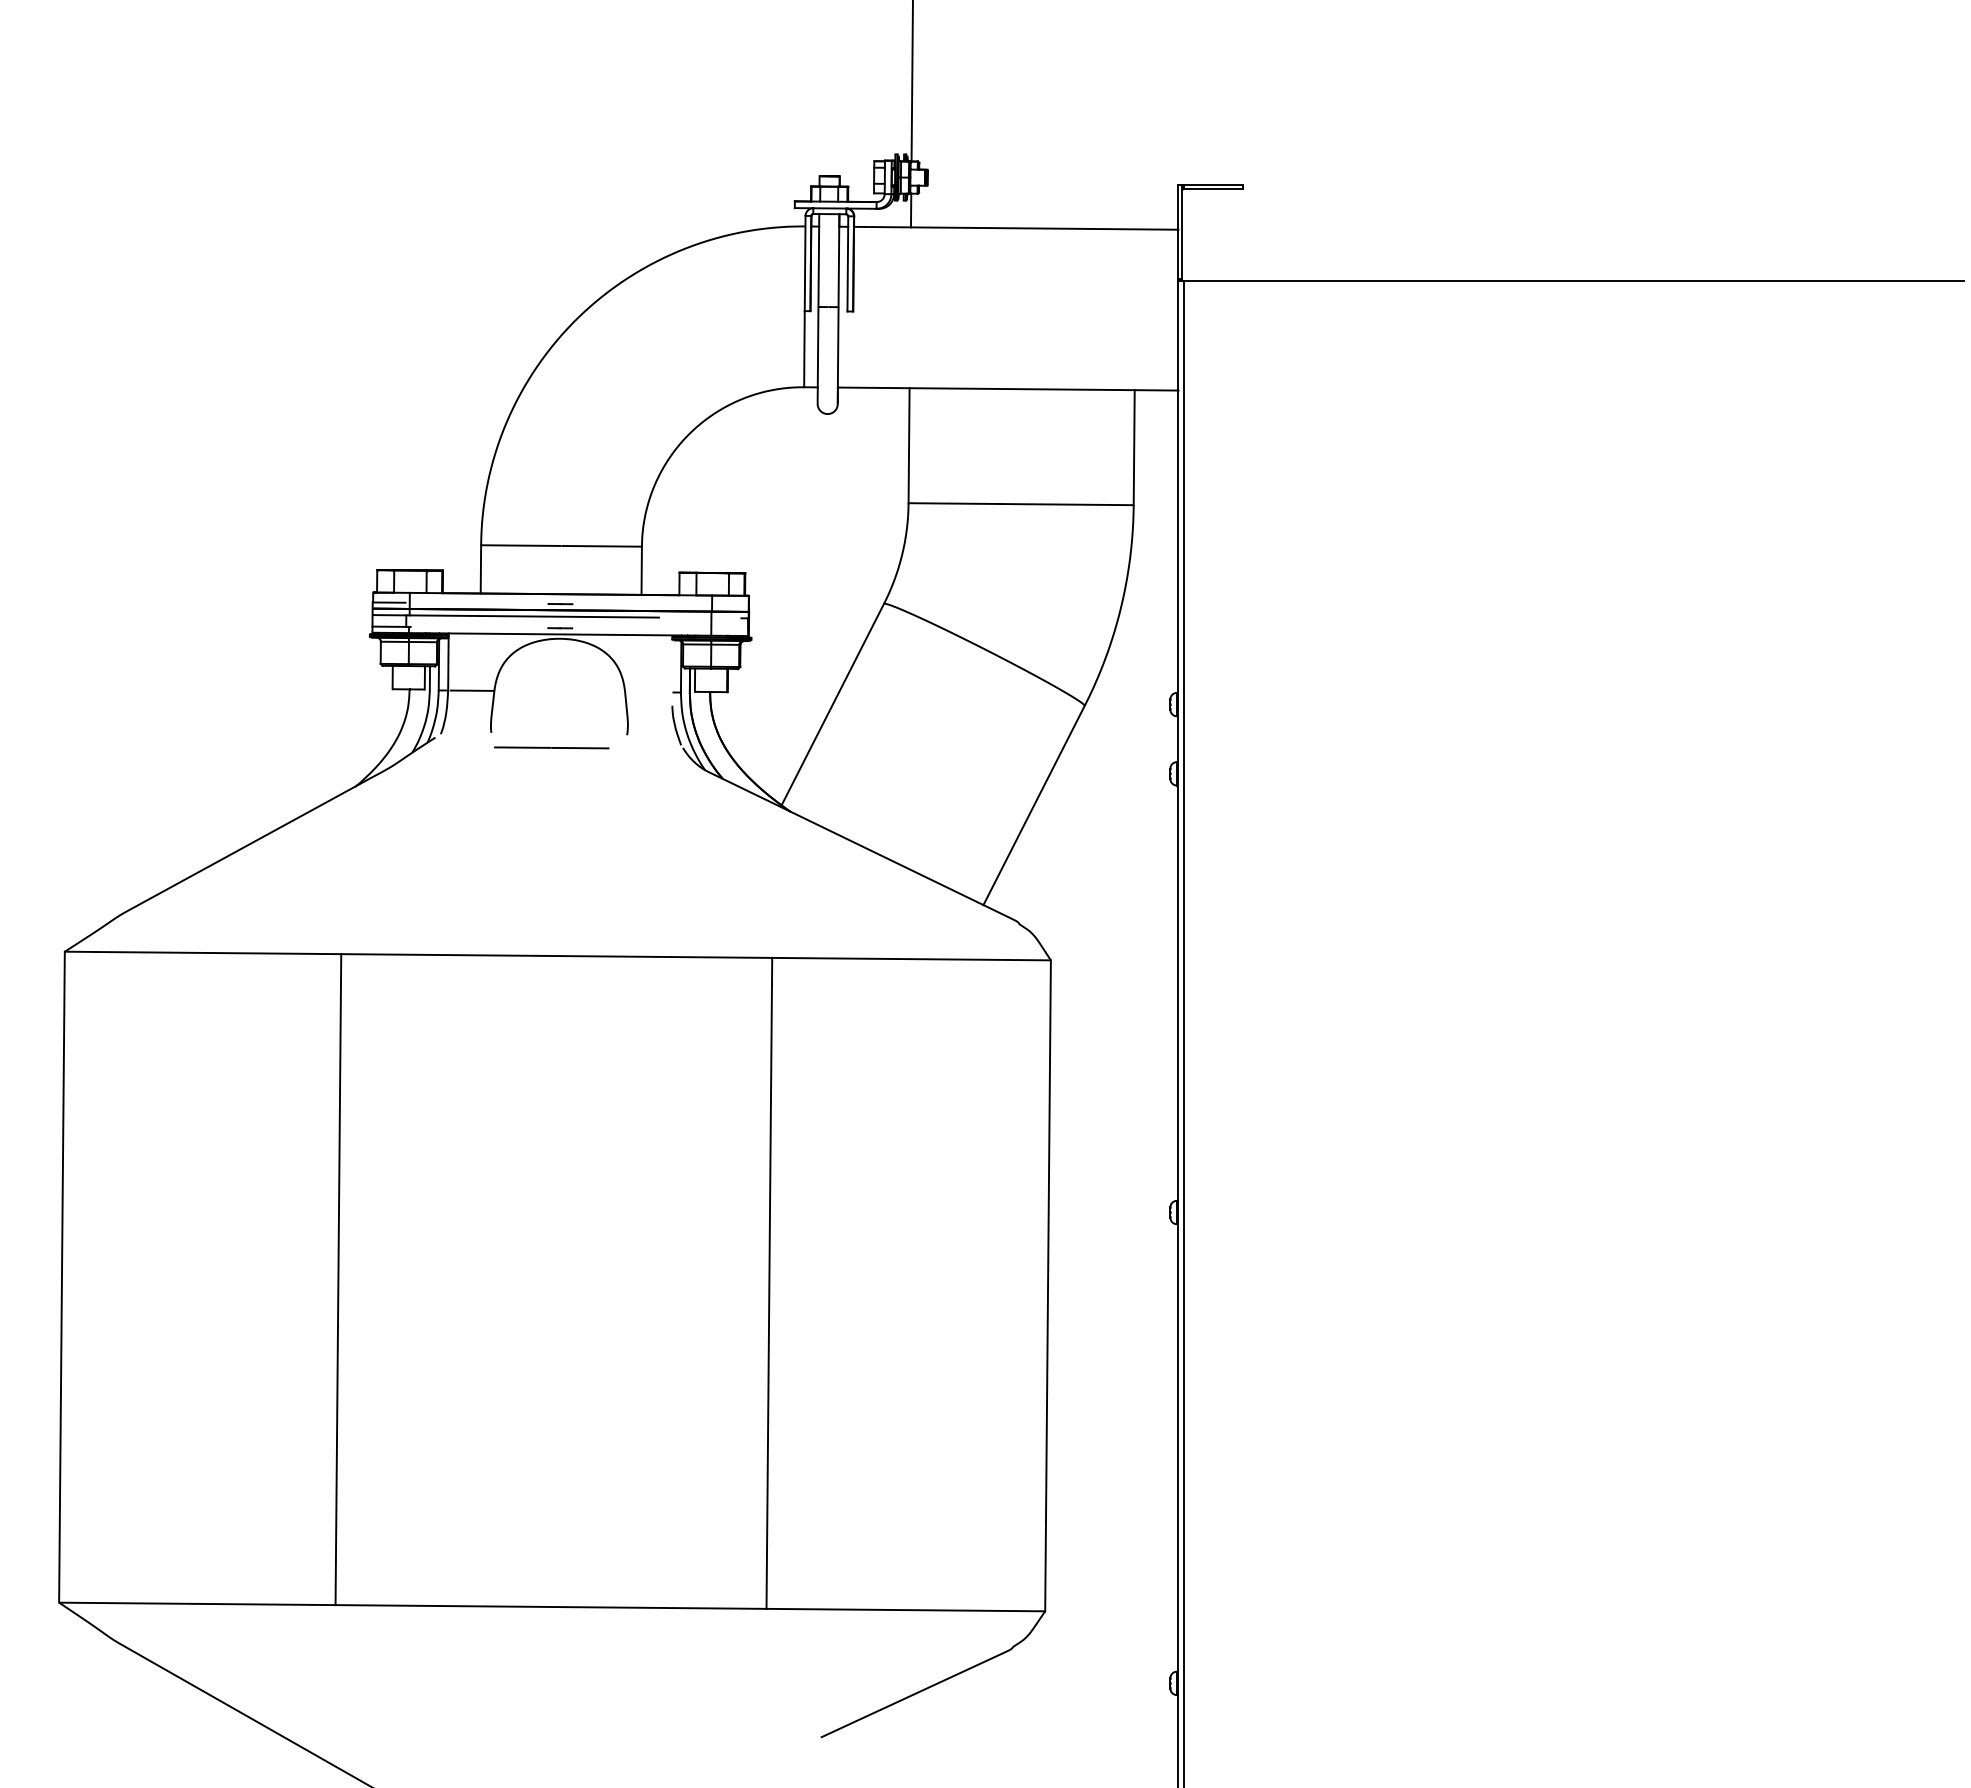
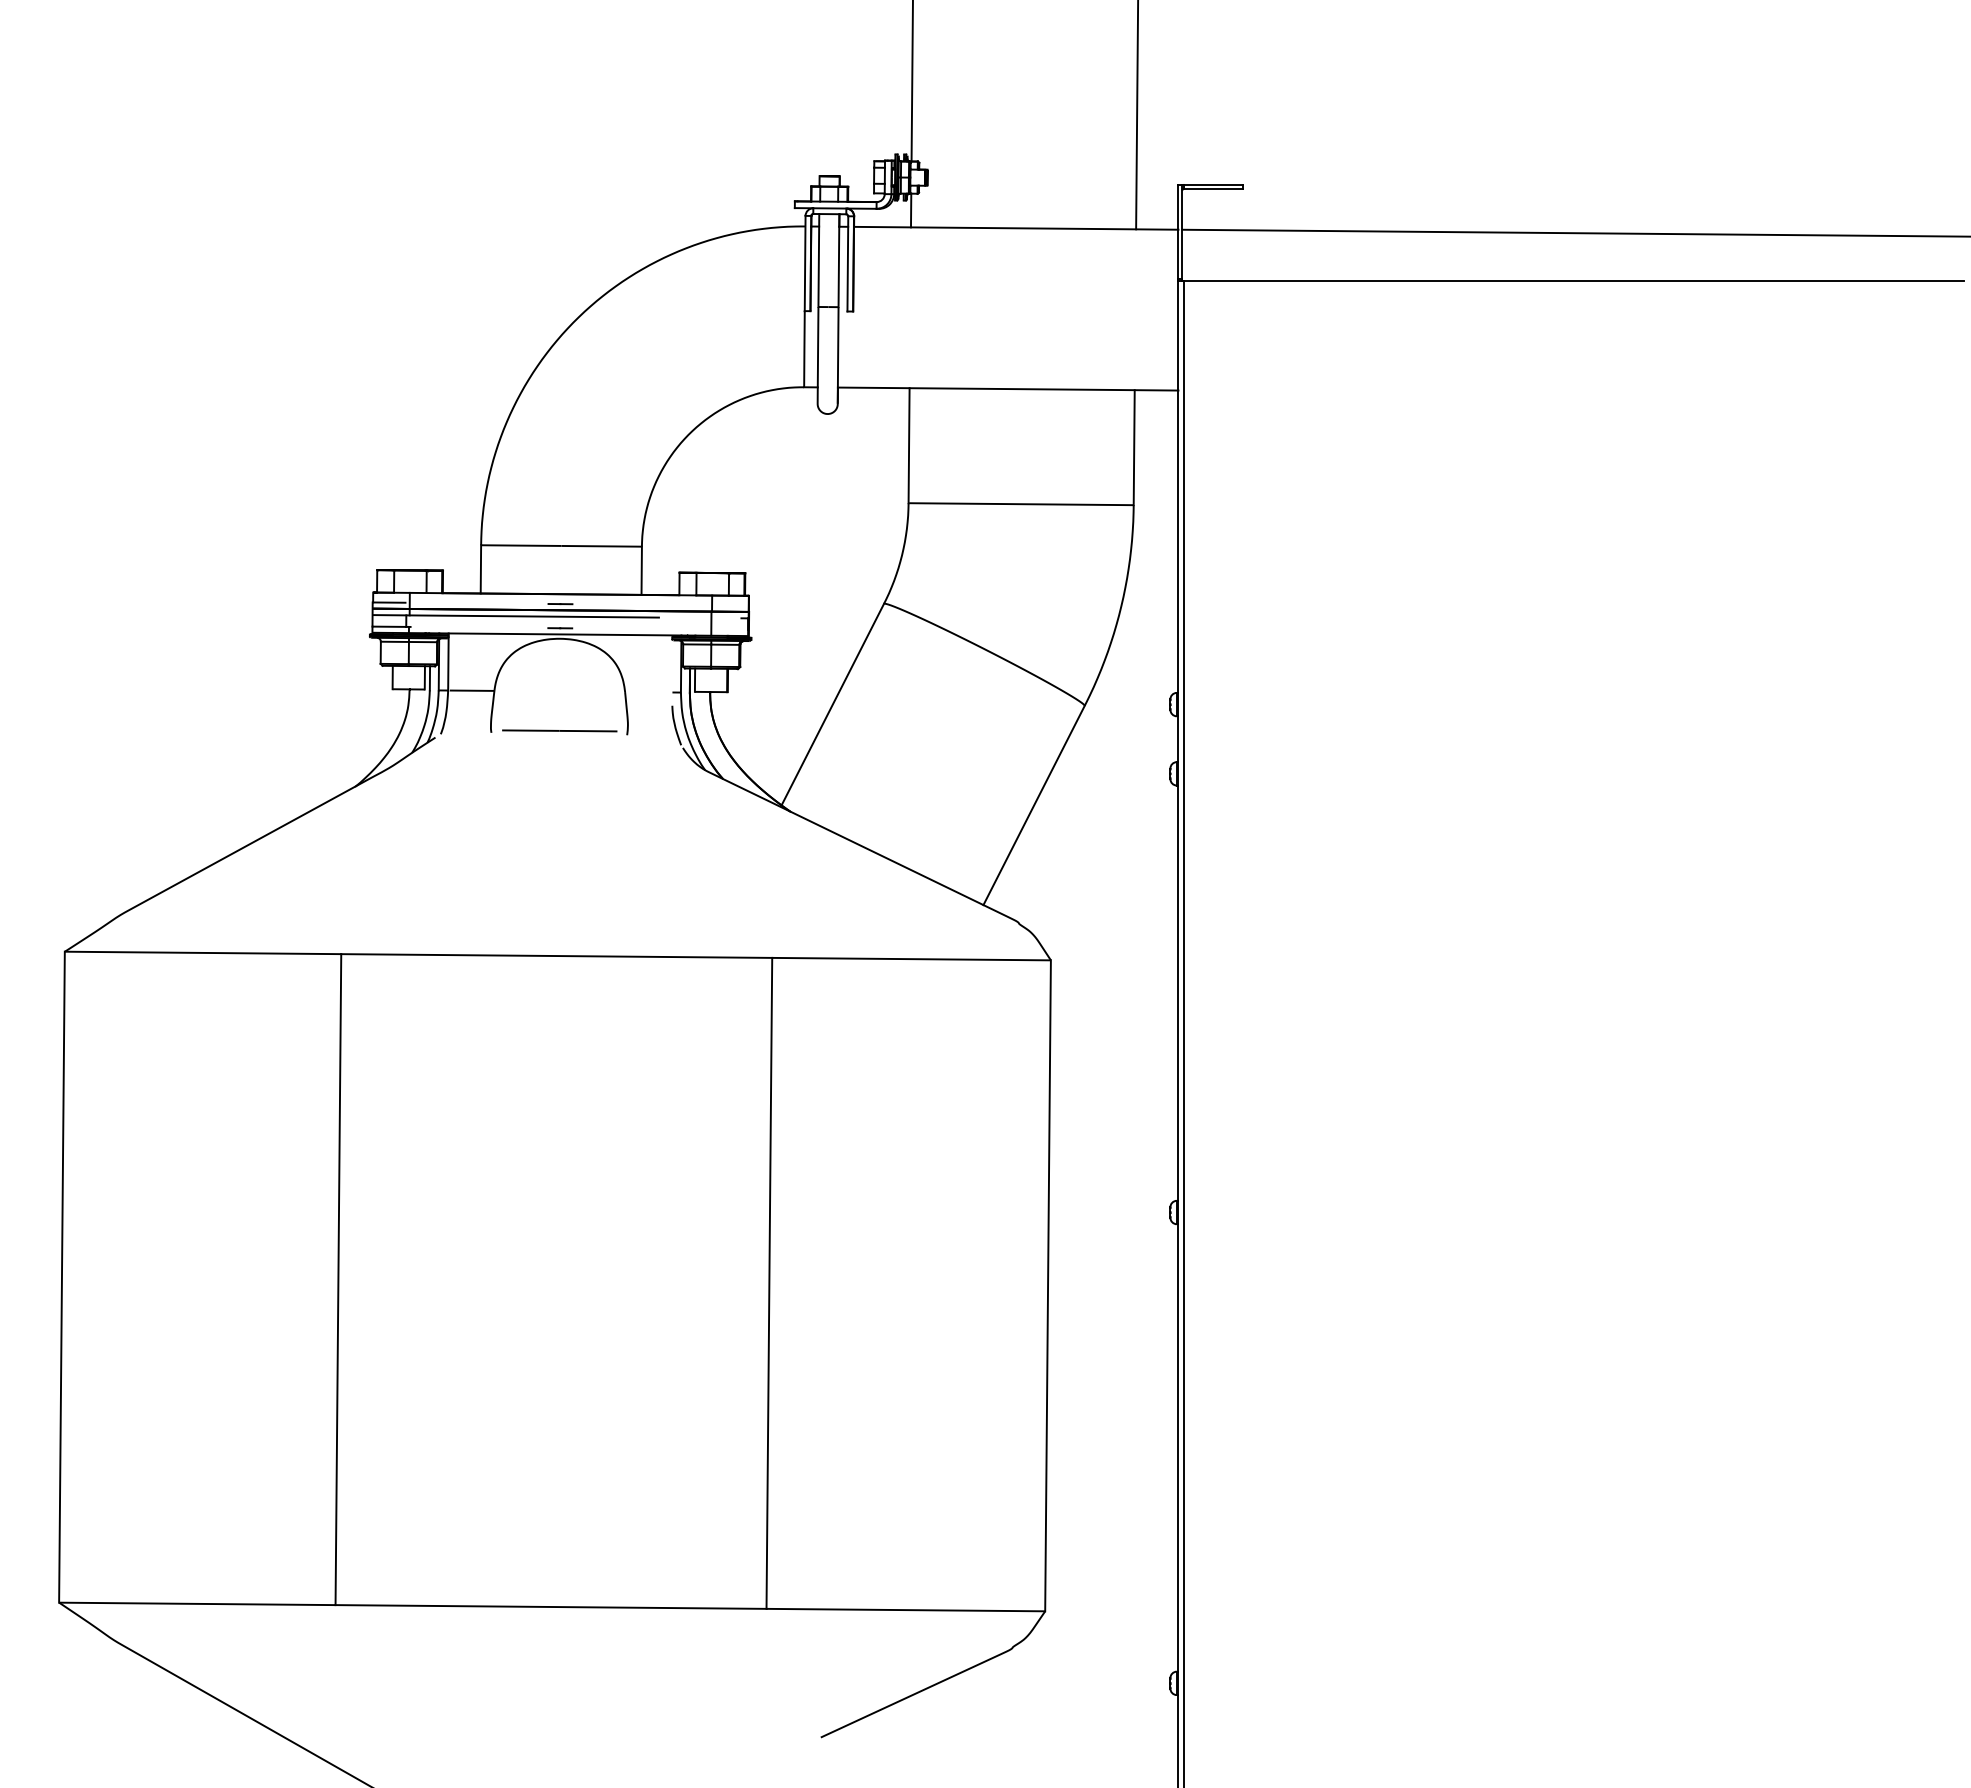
line at (1137, 115): none -> present
line at (1574, 232): none -> present
line at (551, 747) position: (551, 747) -> (559, 730)
